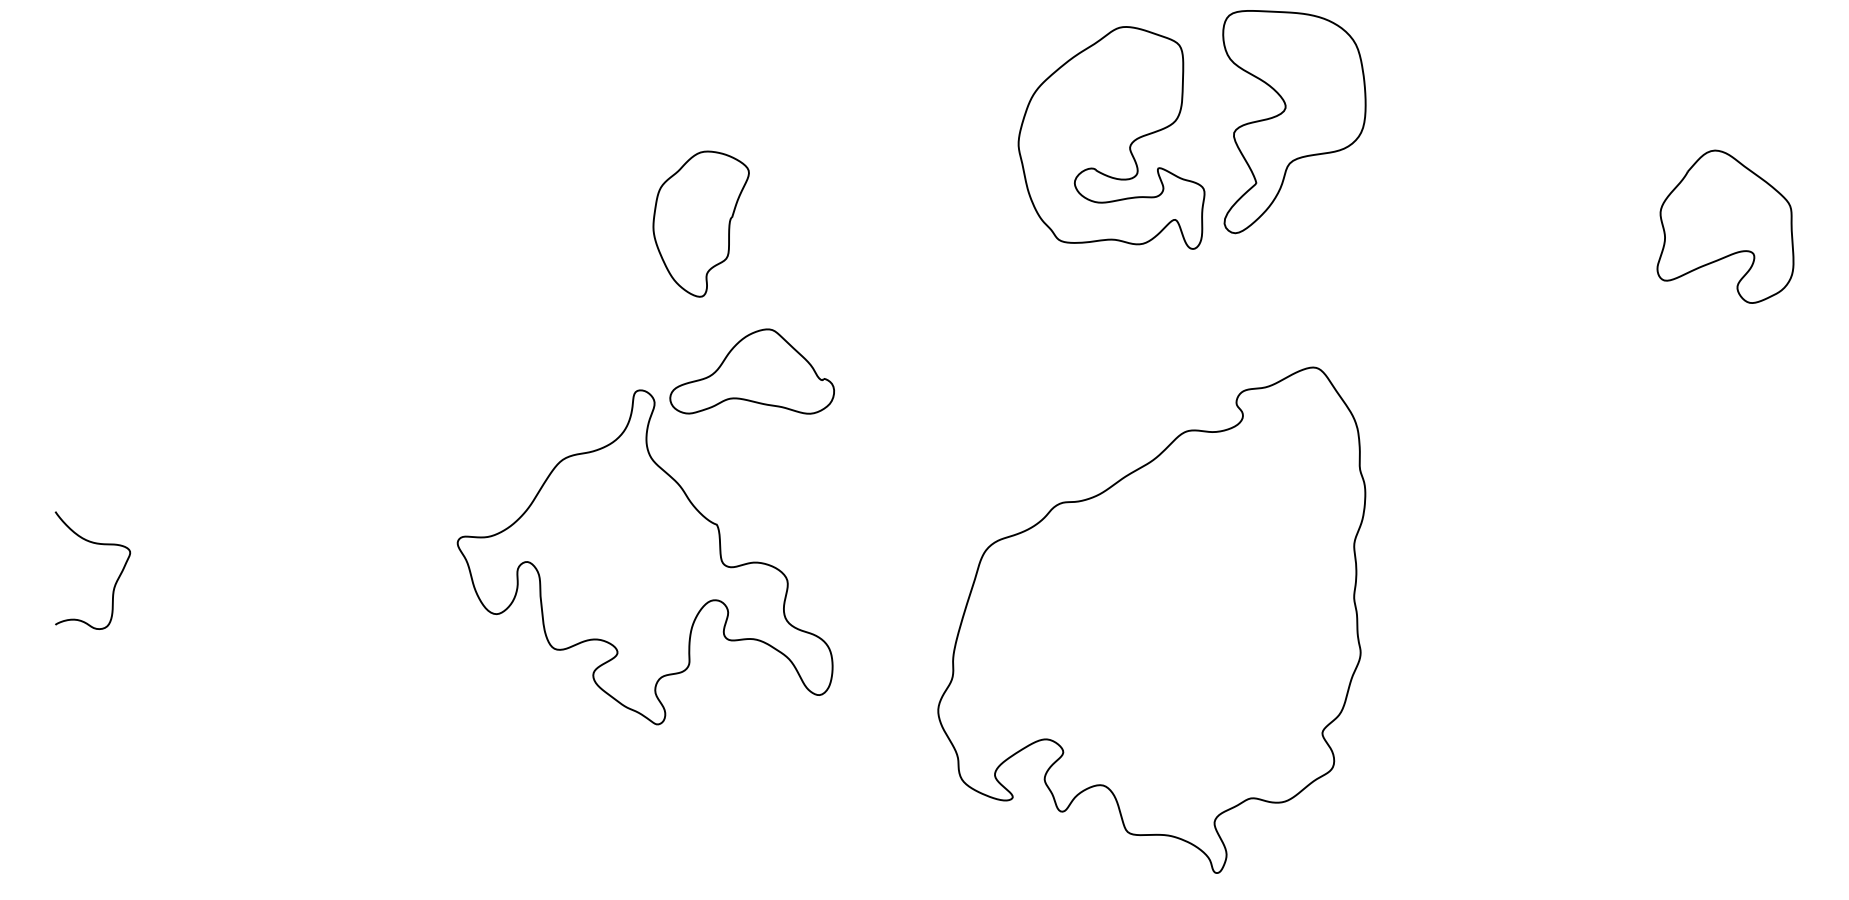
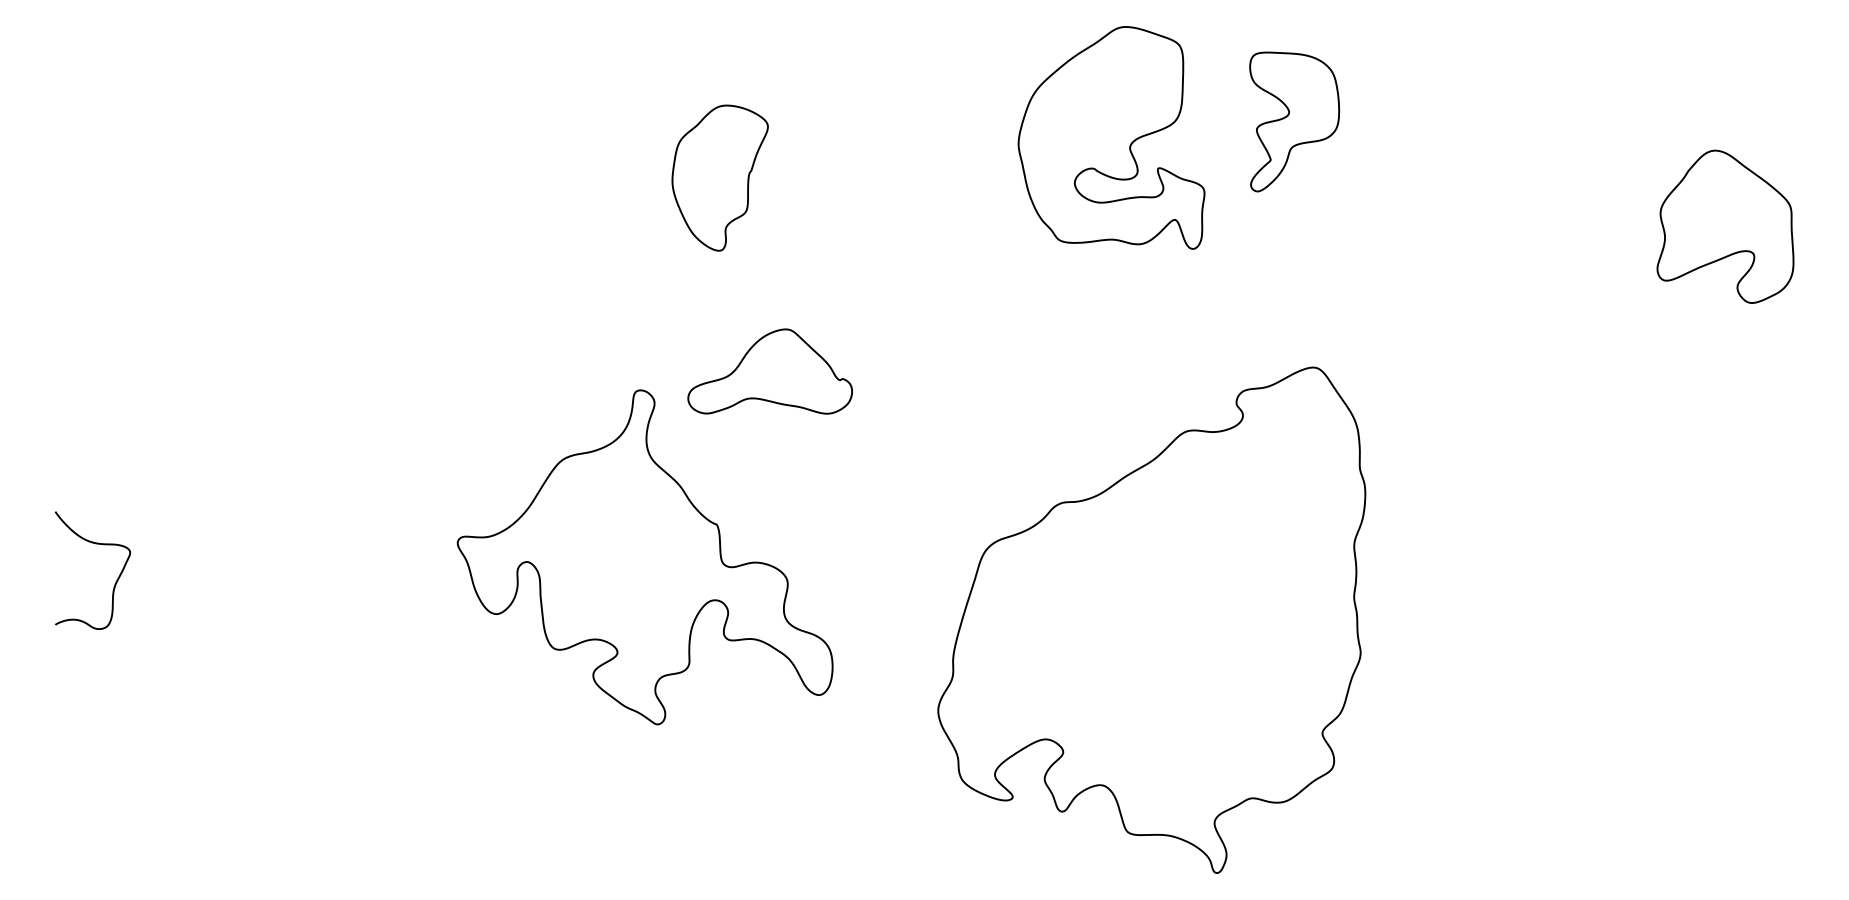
part at (1294, 122) size: 145x225 px -> 92x142 px
part at (700, 223) position: (700, 223) -> (719, 177)
part at (751, 371) position: (751, 371) -> (769, 371)
